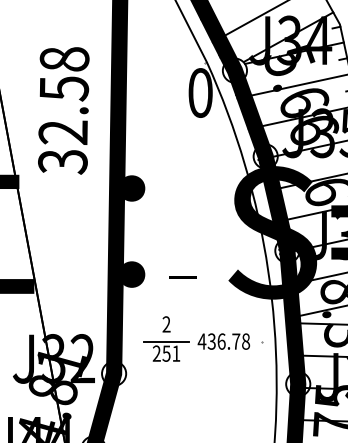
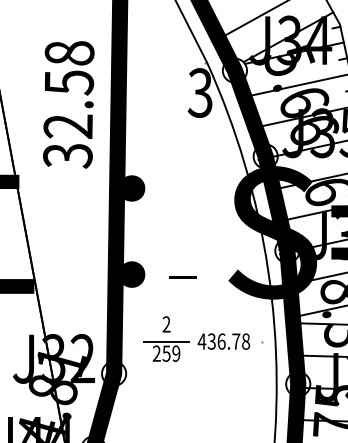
text at (199, 92): 0 -> 3
text at (63, 110) position: (63, 110) -> (68, 104)
text at (176, 353): 251 -> 259
